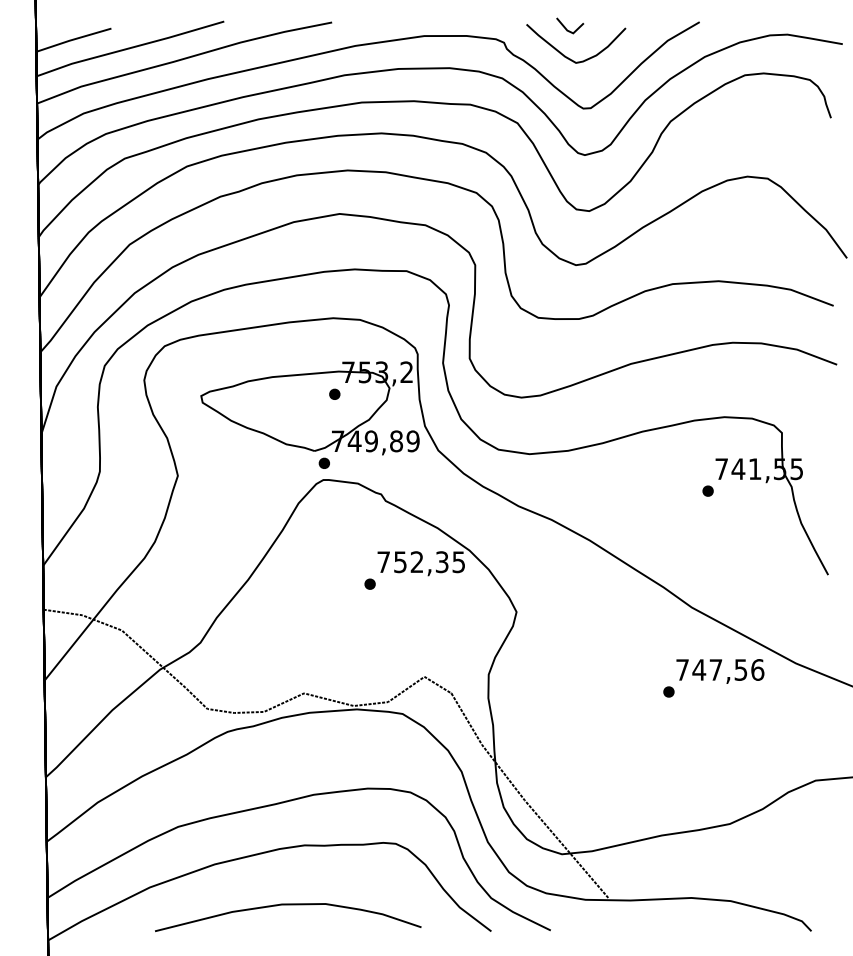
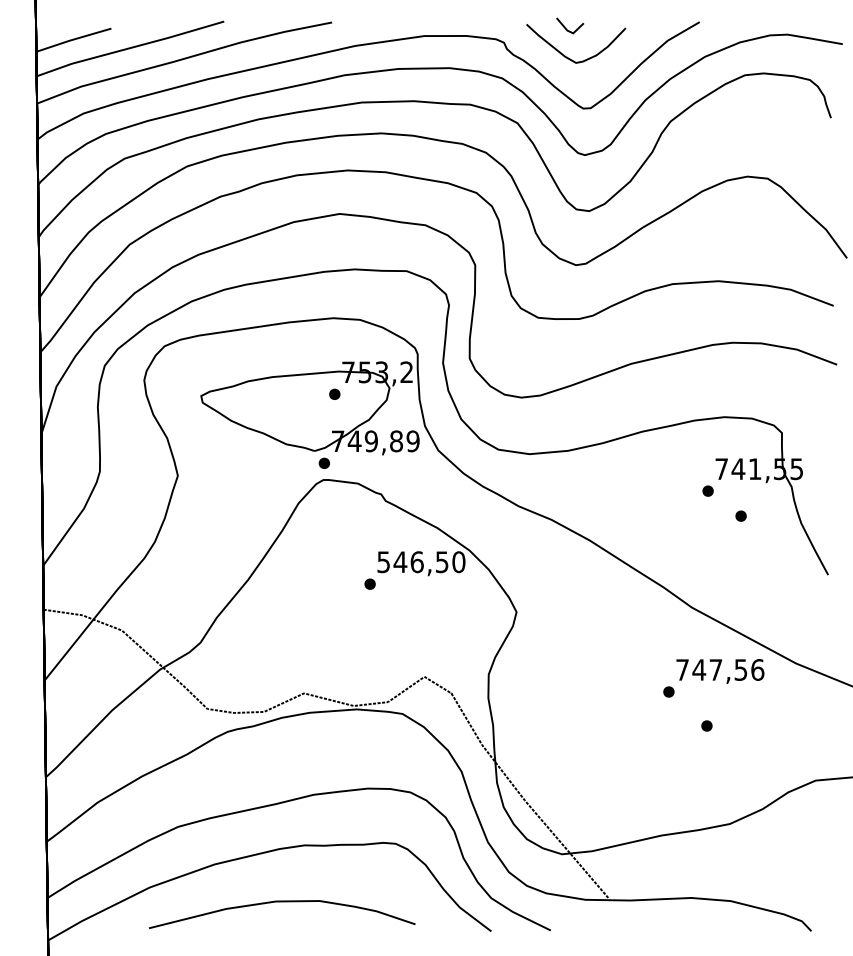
part at (740, 515): none -> present
text at (421, 562): 752,35 -> 546,50
part at (706, 725): none -> present
part at (288, 905) position: (288, 905) -> (282, 902)
